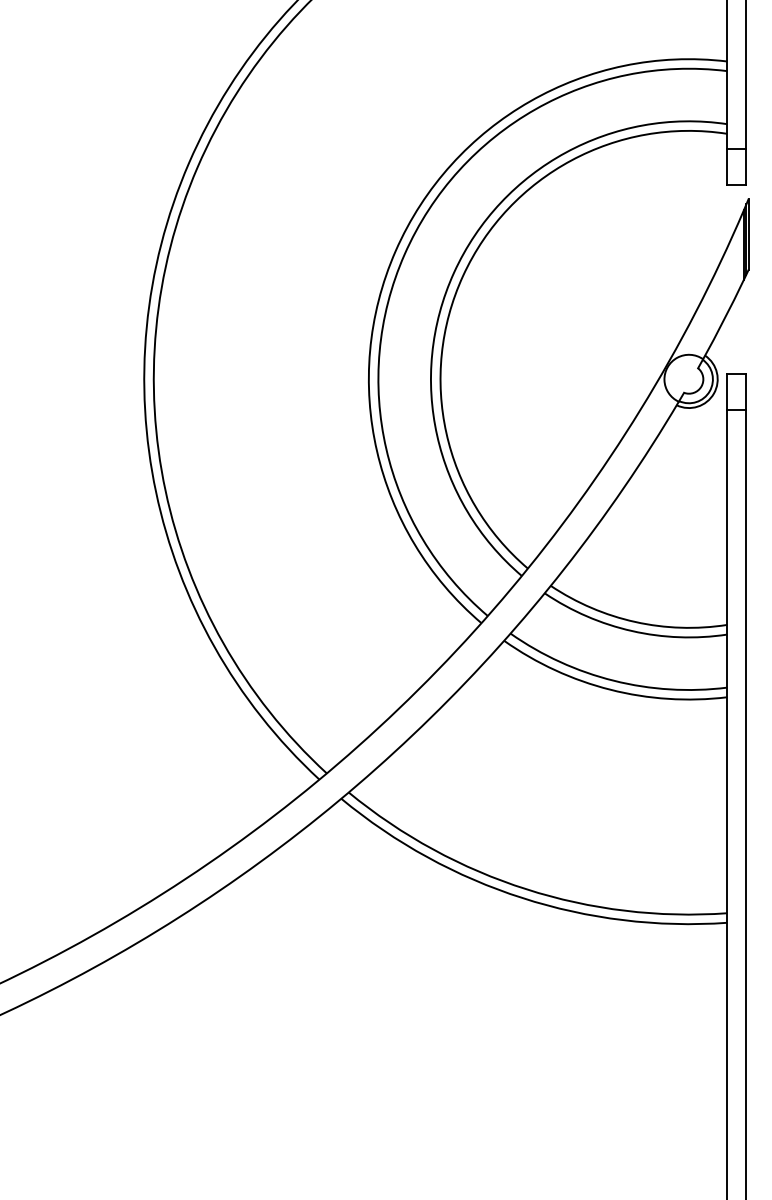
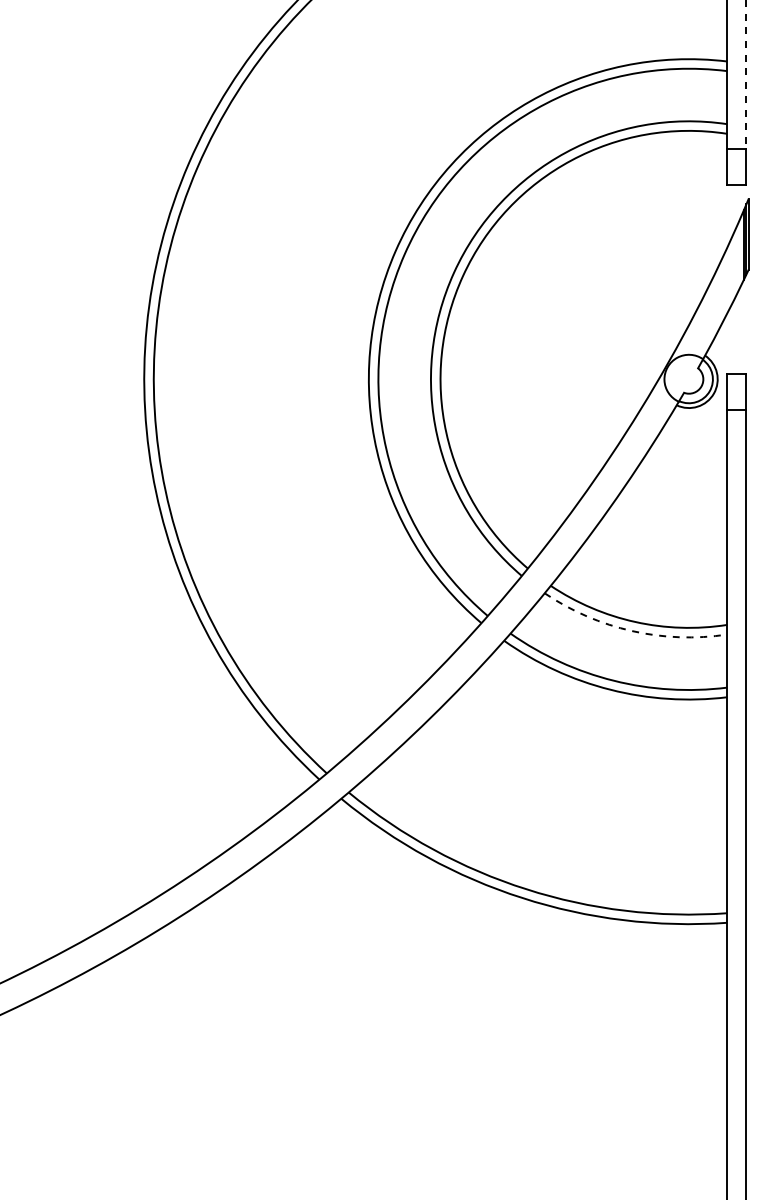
line at (746, 75): solid -> dashed
arc at (632, 631): solid -> dashed
